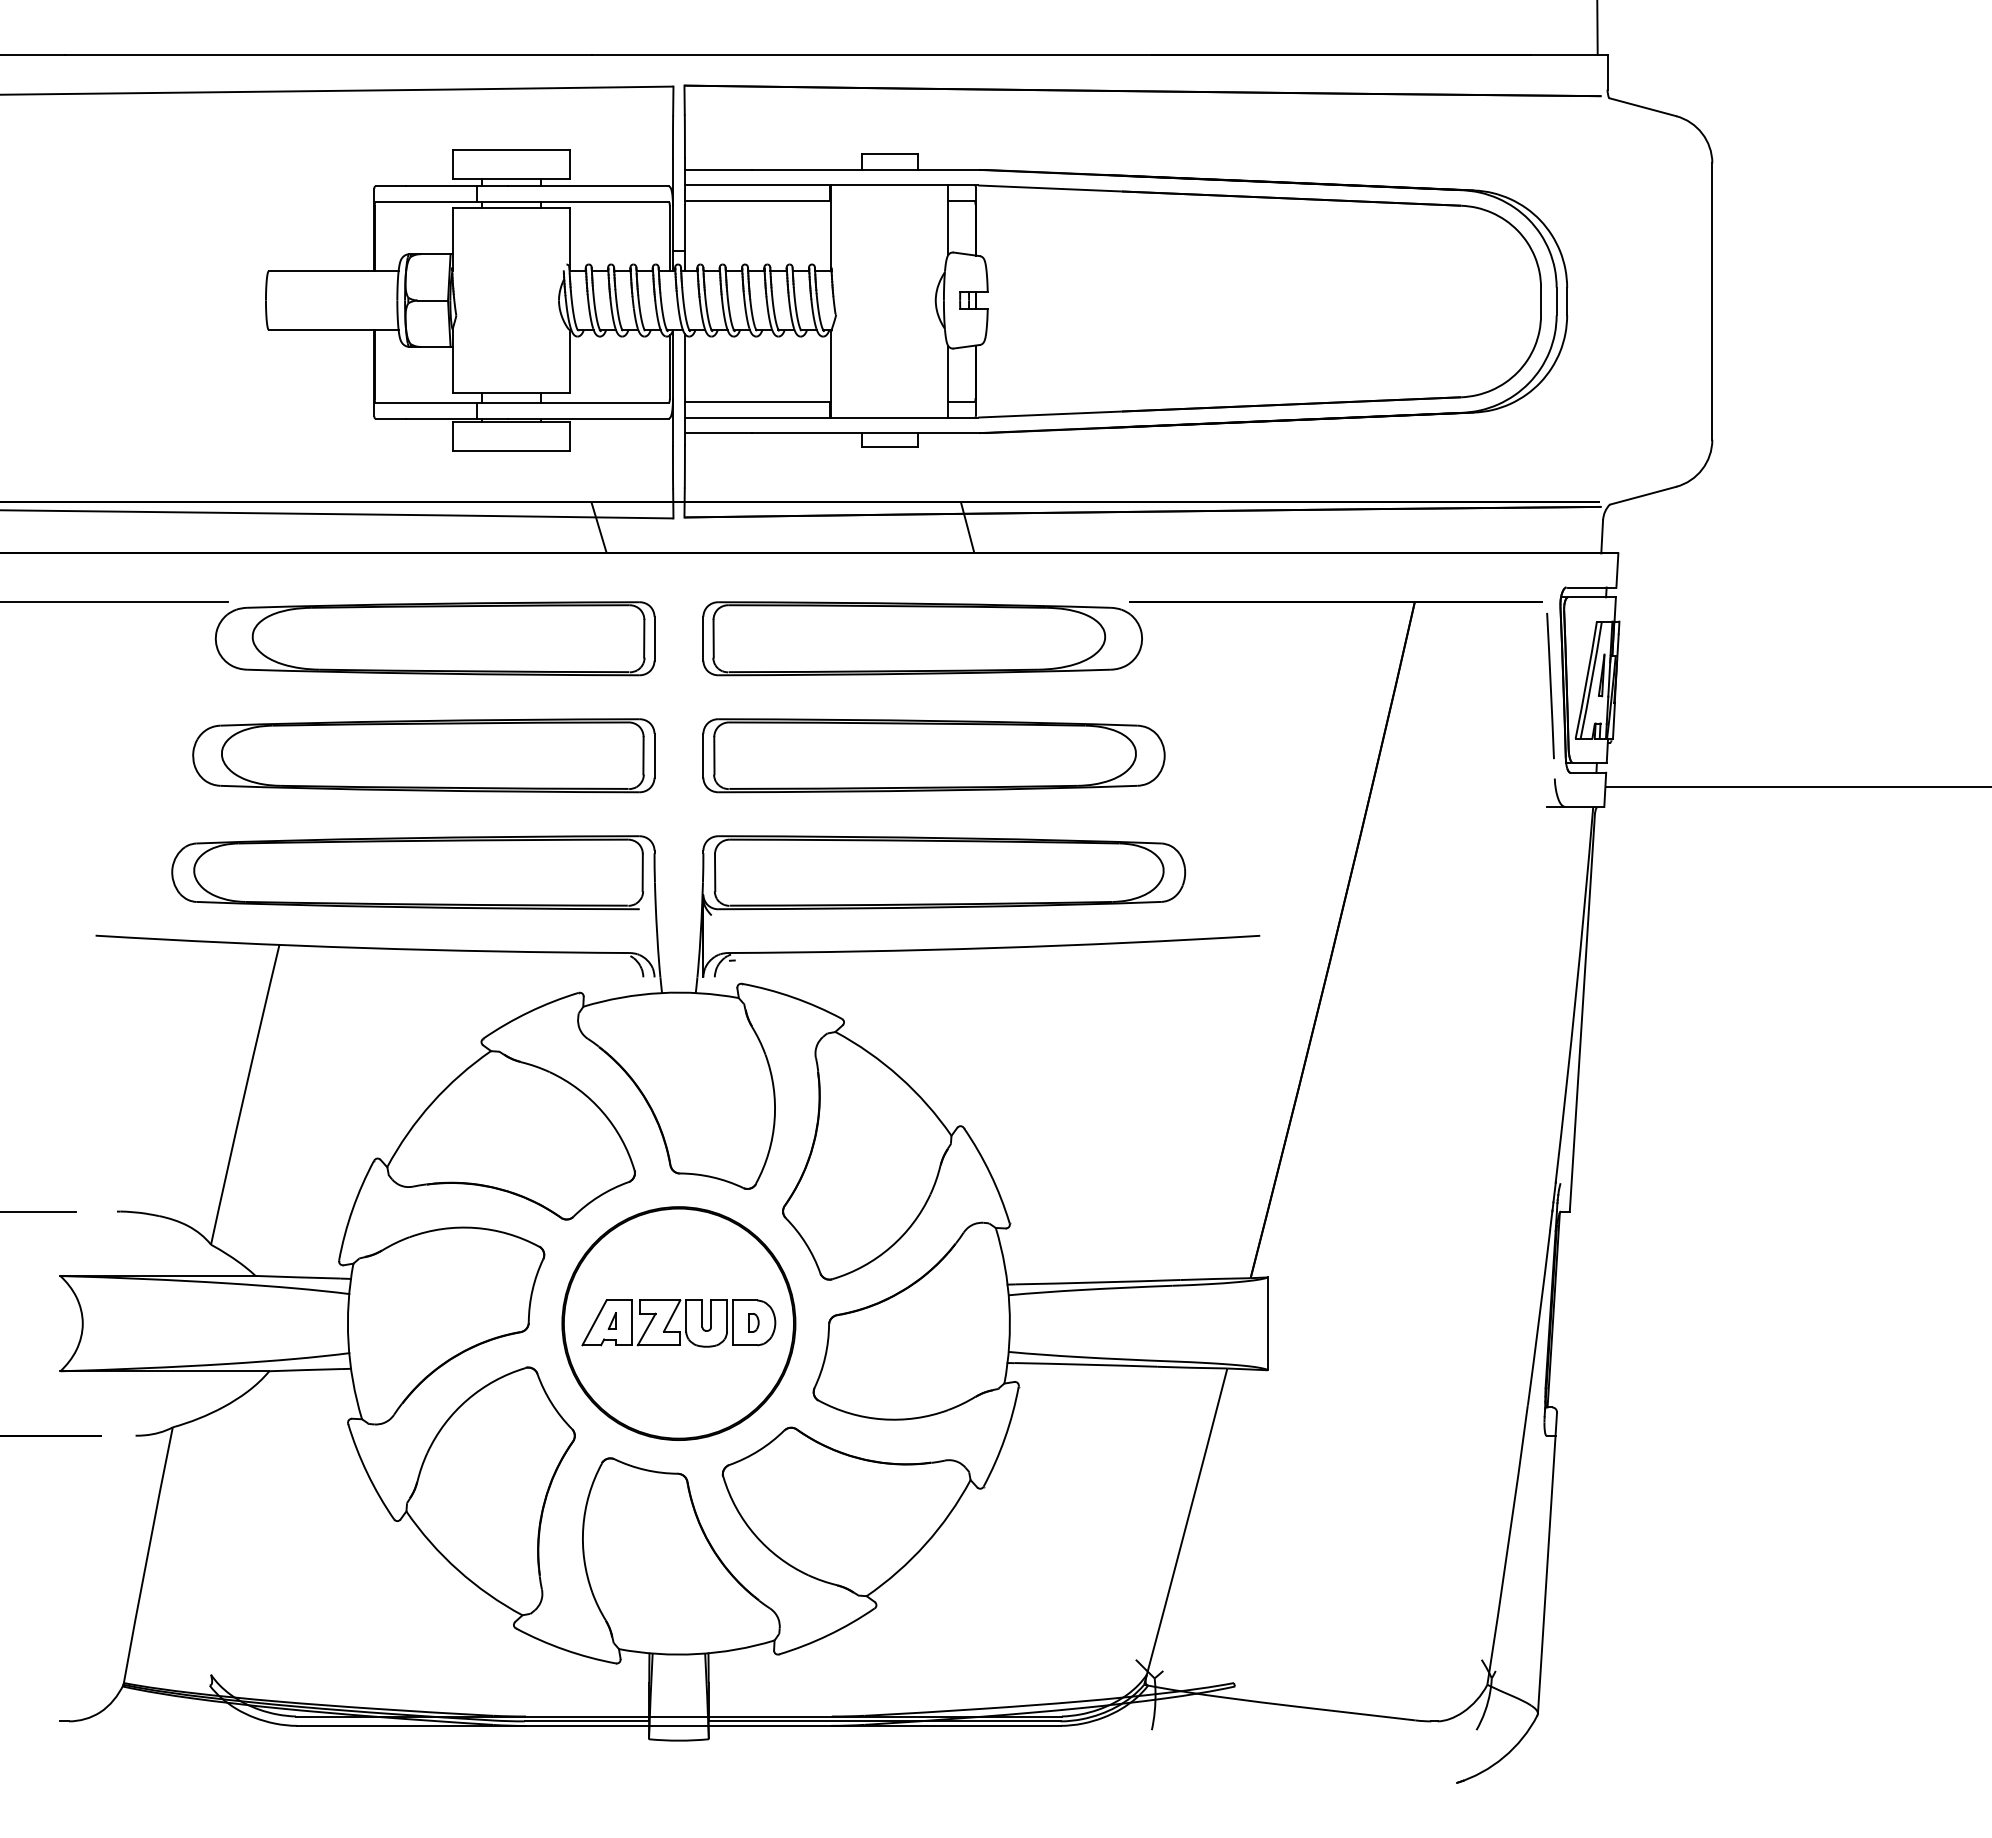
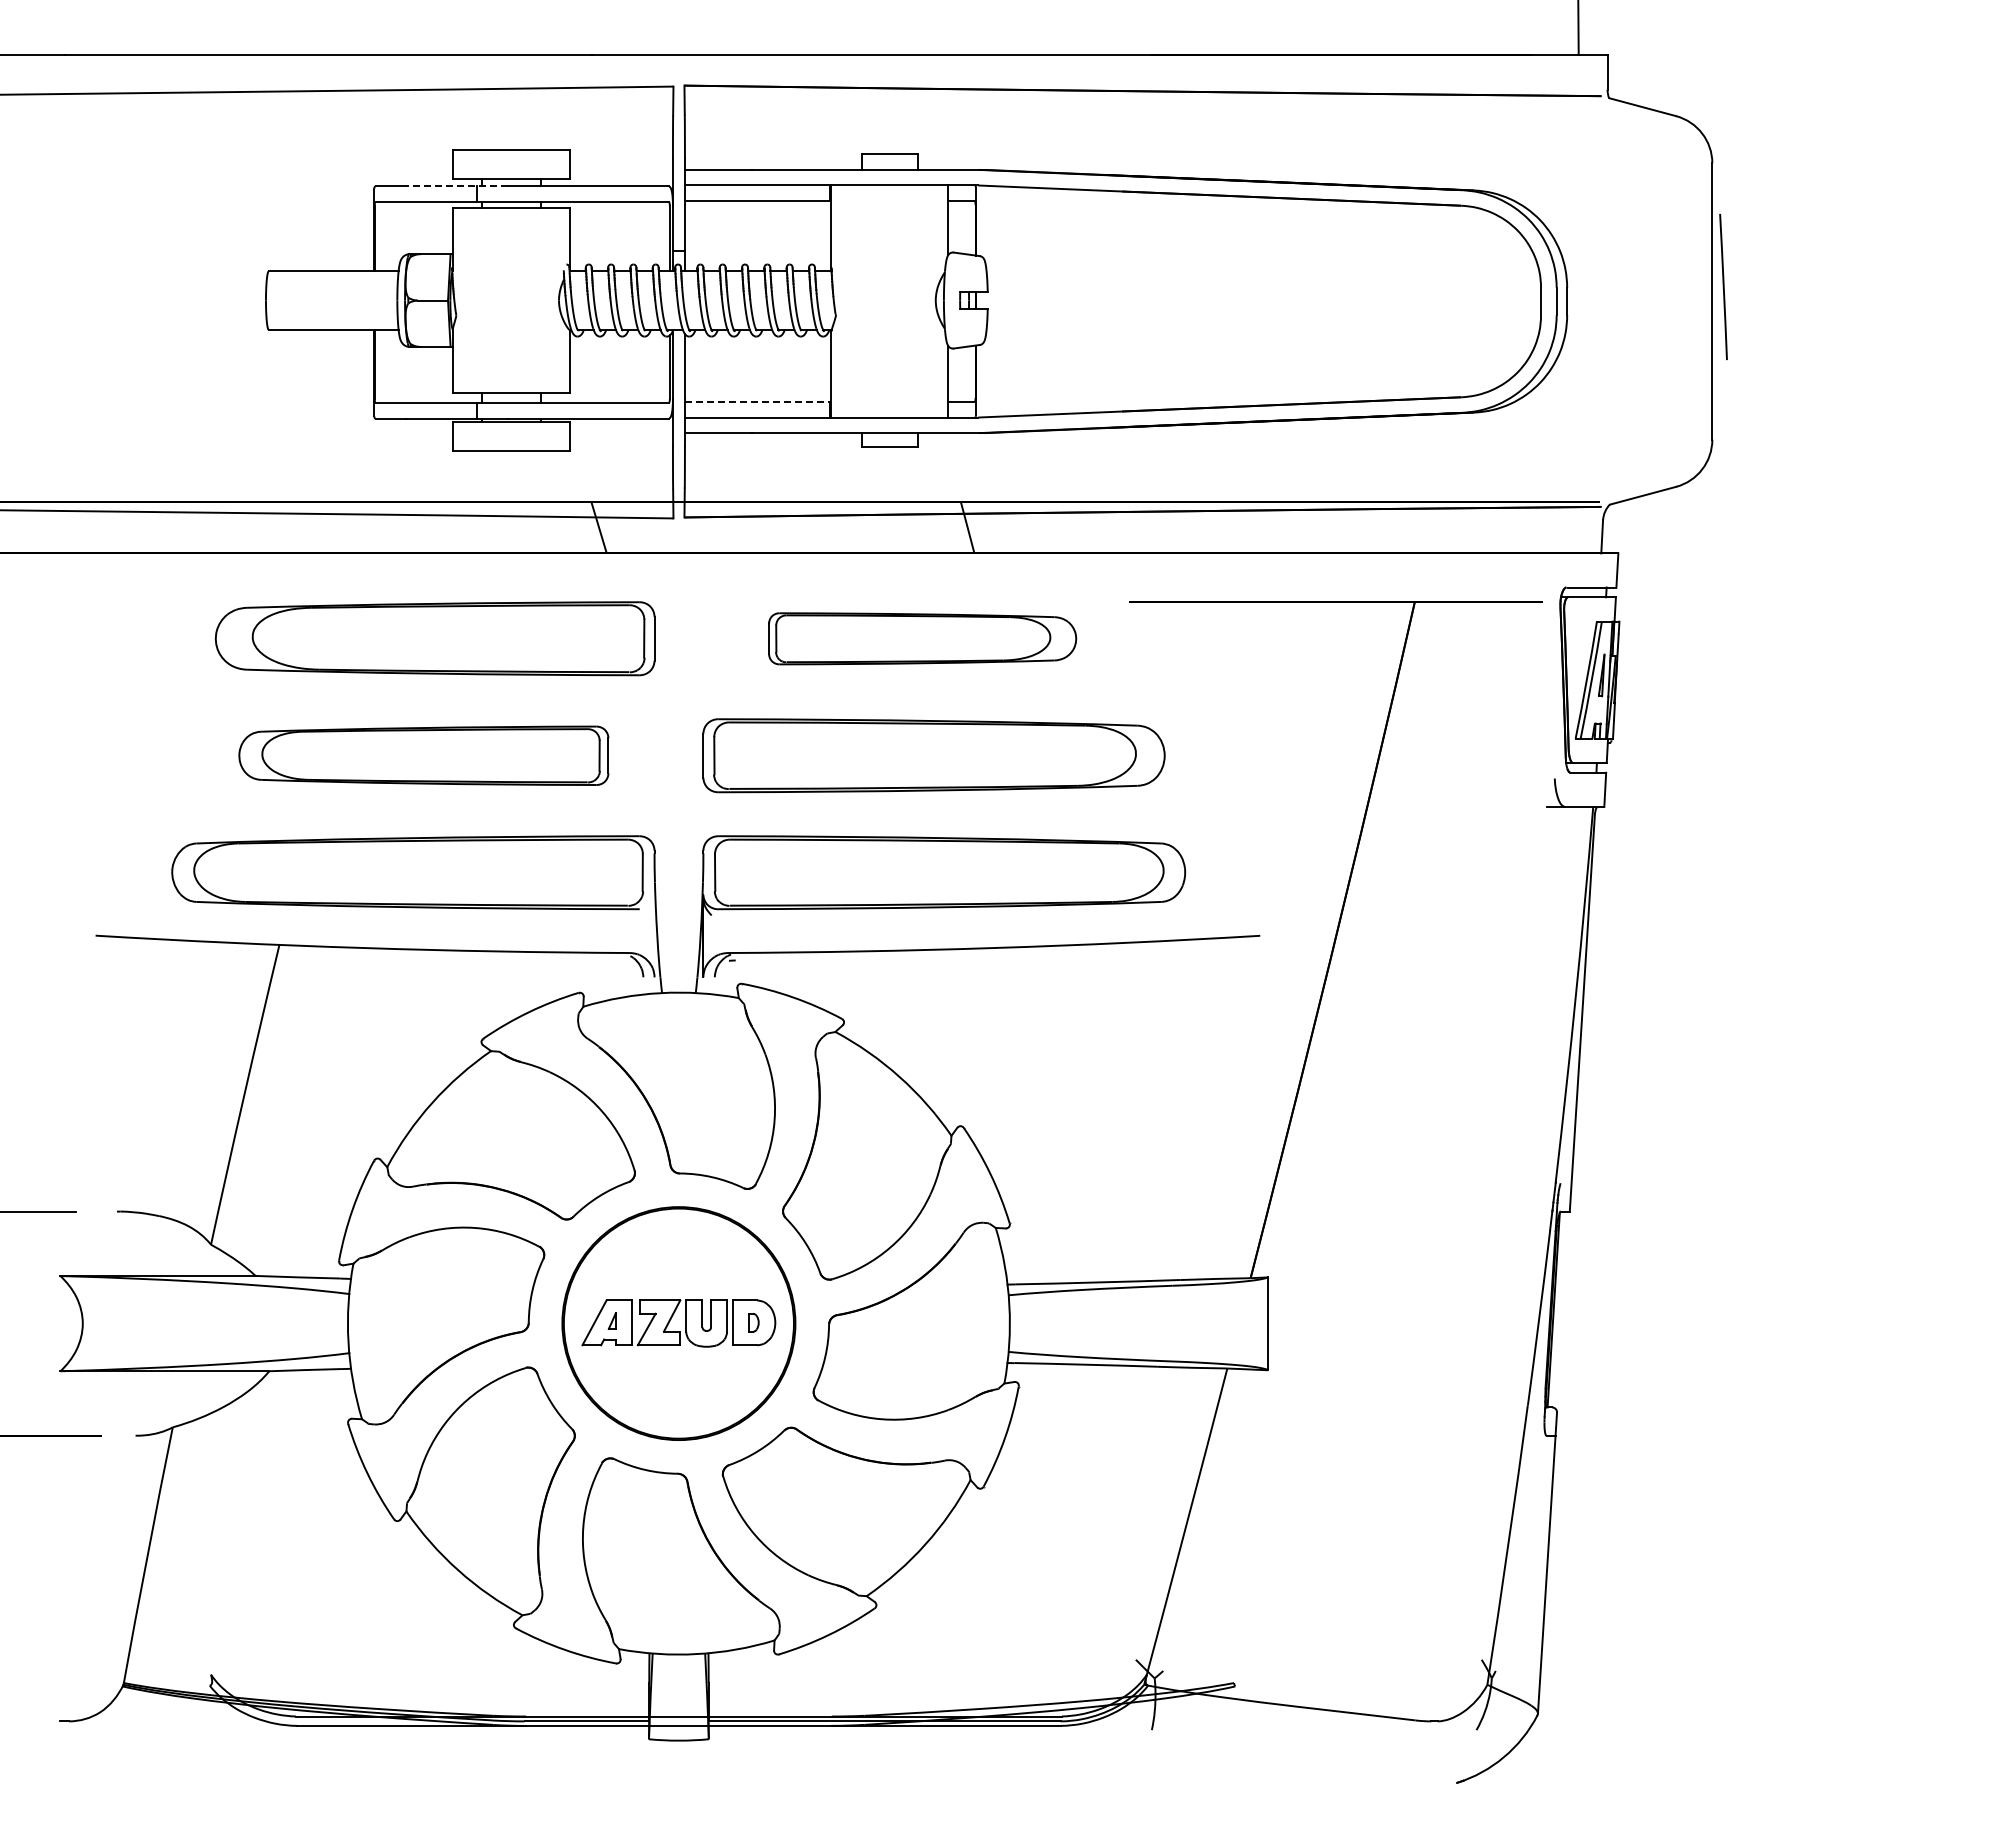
line at (1597, 28) position: (1597, 28) -> (1578, 28)
line at (456, 186): solid -> dashed
line at (758, 401): solid -> dashed
line at (115, 602): present -> none
part at (922, 638) size: 441x76 px -> 310x54 px
line at (1550, 685) position: (1550, 685) -> (1723, 286)
part at (423, 755) size: 464x76 px -> 372x61 px
line at (1796, 787): present -> none
